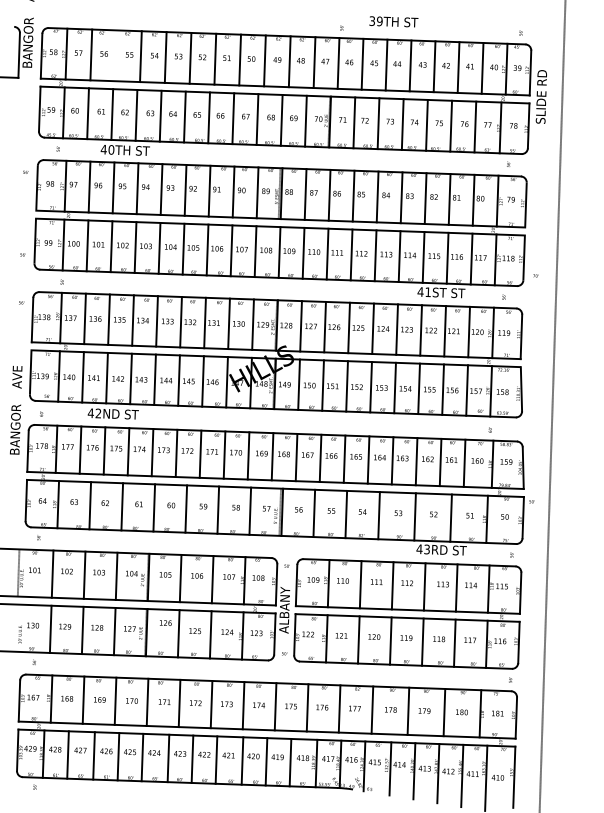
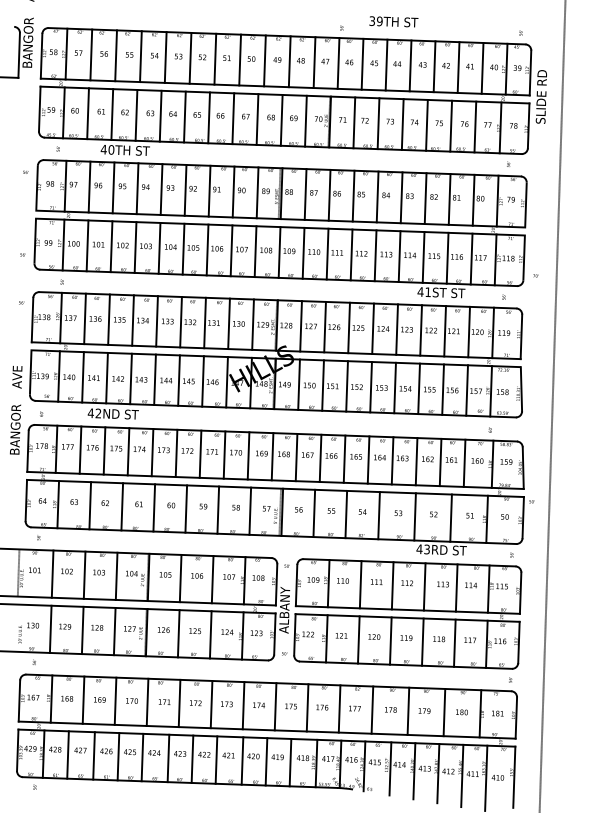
line at (115, 55): none -> present
text at (165, 622) position: (165, 622) -> (163, 629)
